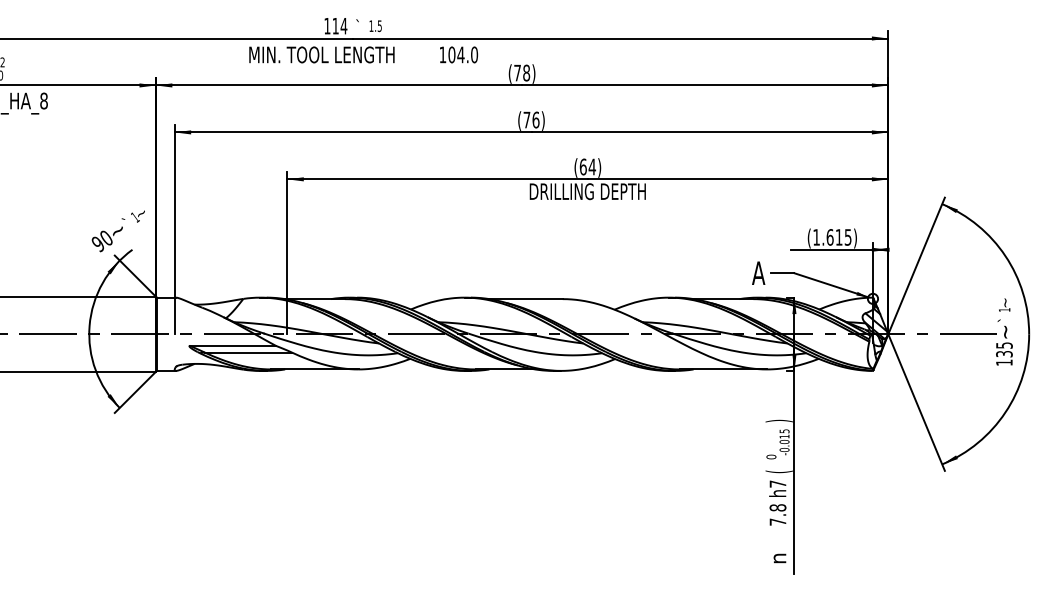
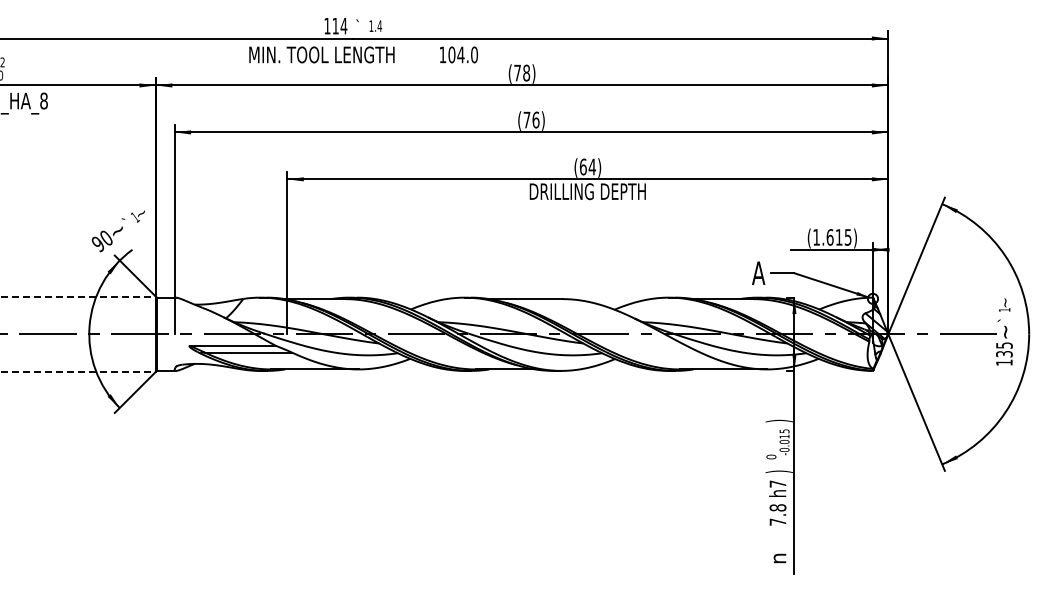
text at (379, 26): 1.5 -> 1.4
line at (78, 296): solid -> dashed
line at (78, 371): solid -> dashed
text at (778, 471): ( -> )
